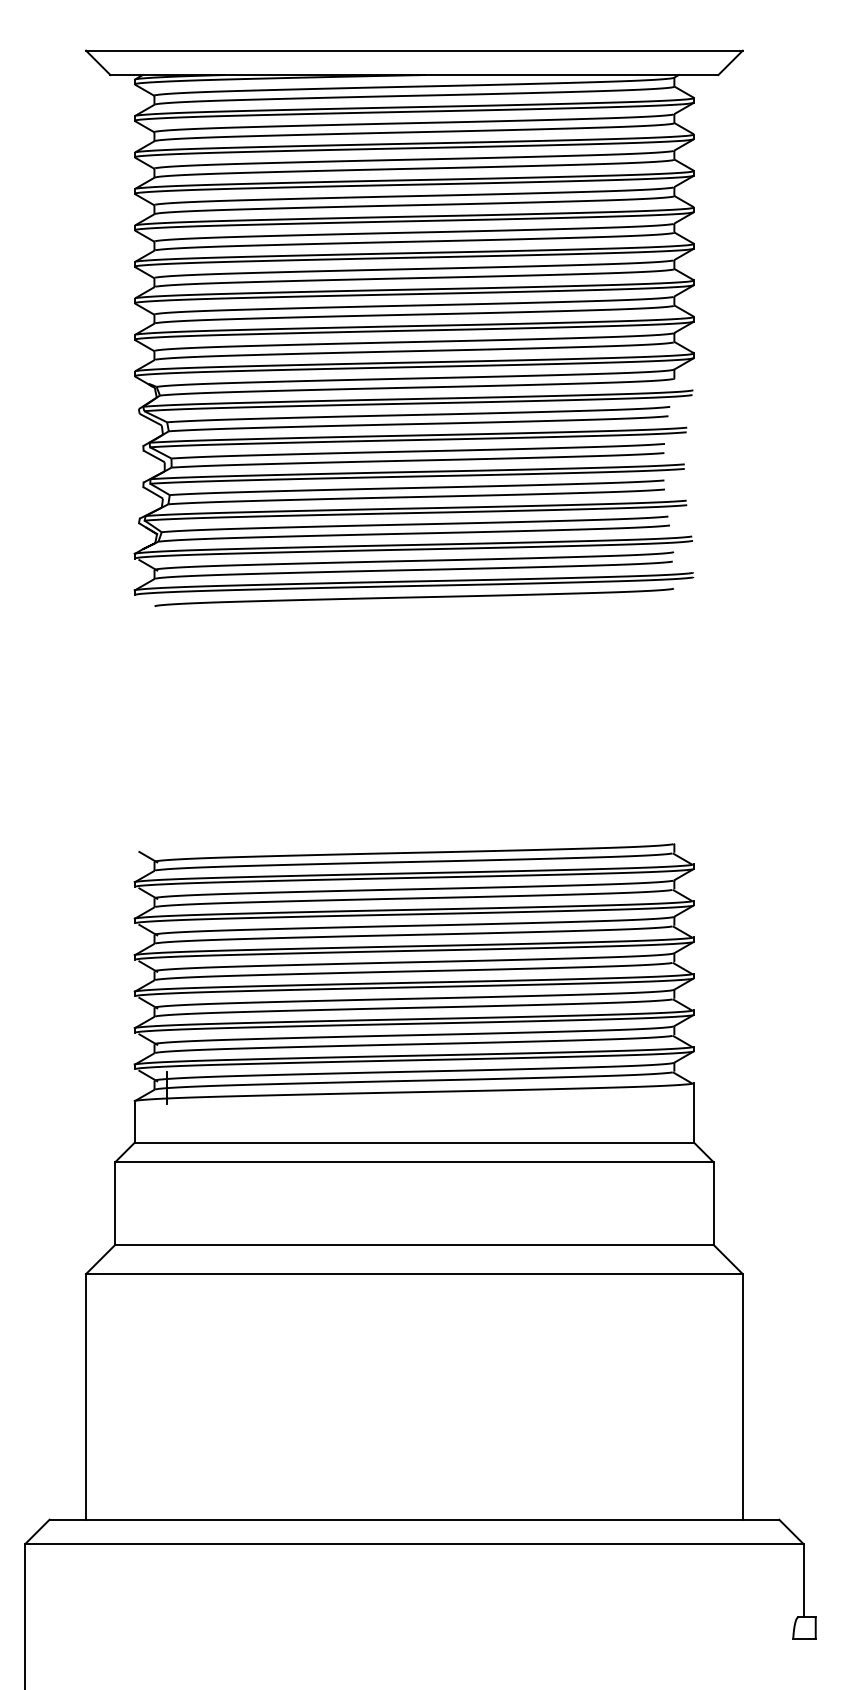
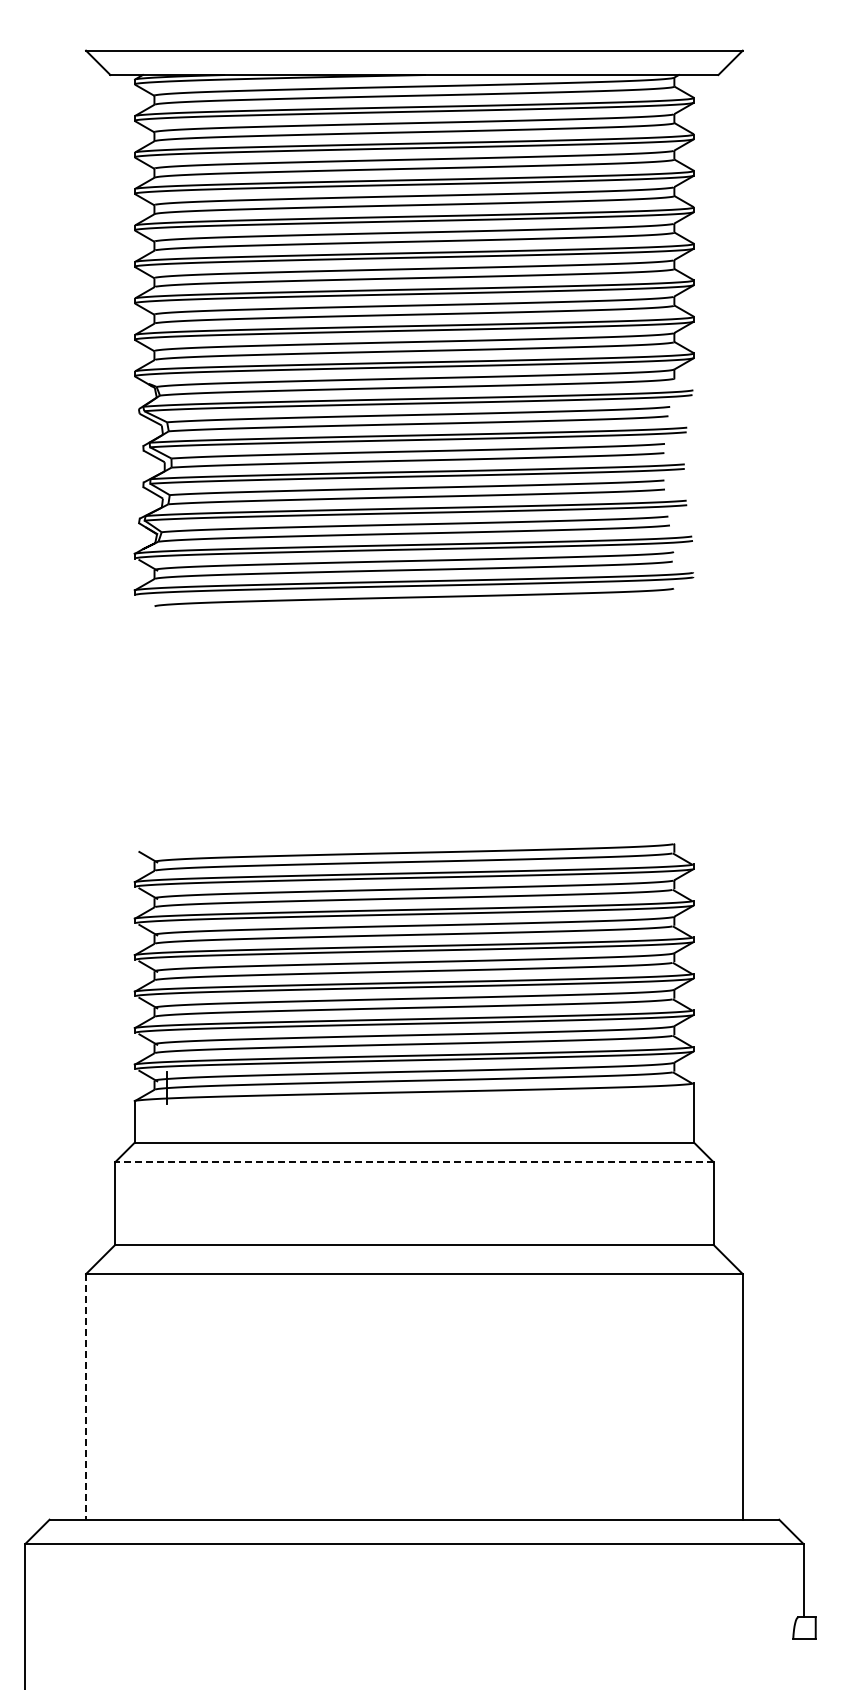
line at (414, 1162): solid -> dashed
line at (86, 1396): solid -> dashed
